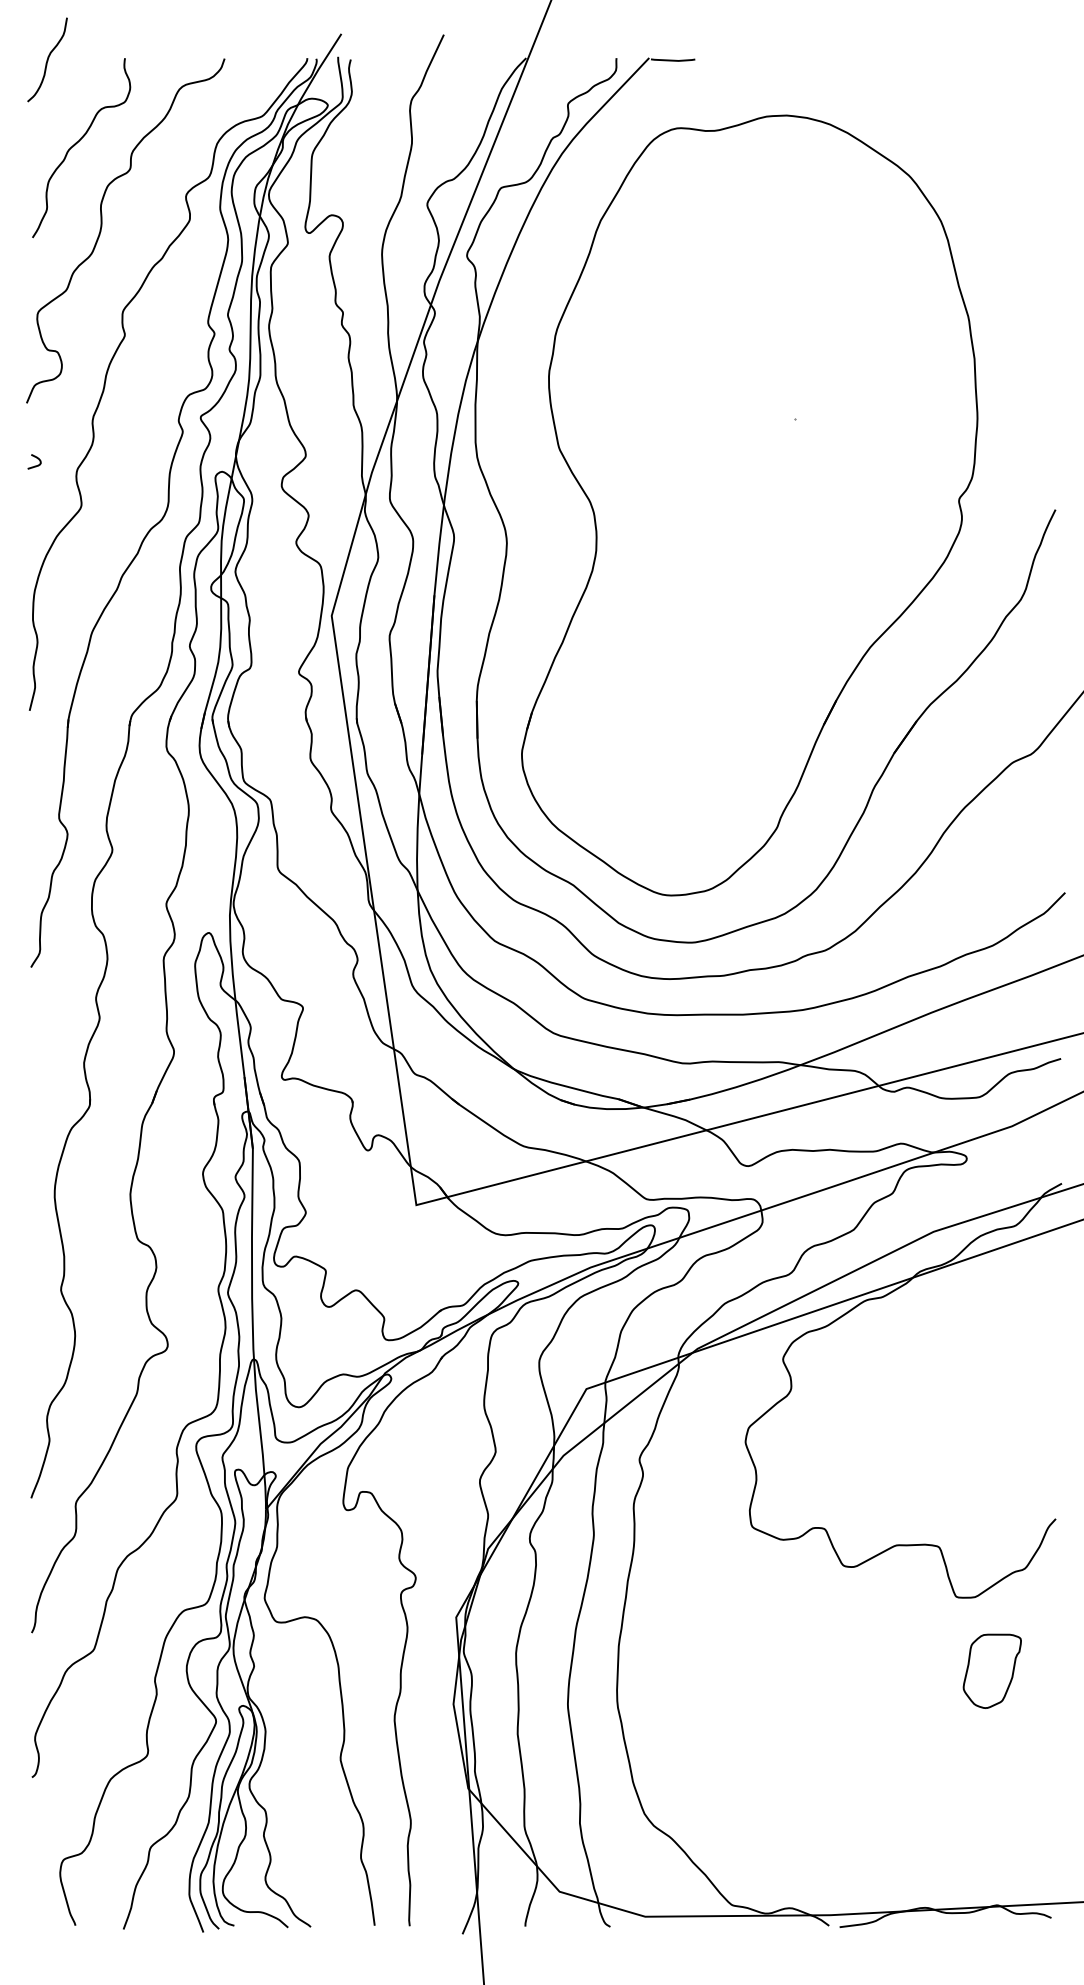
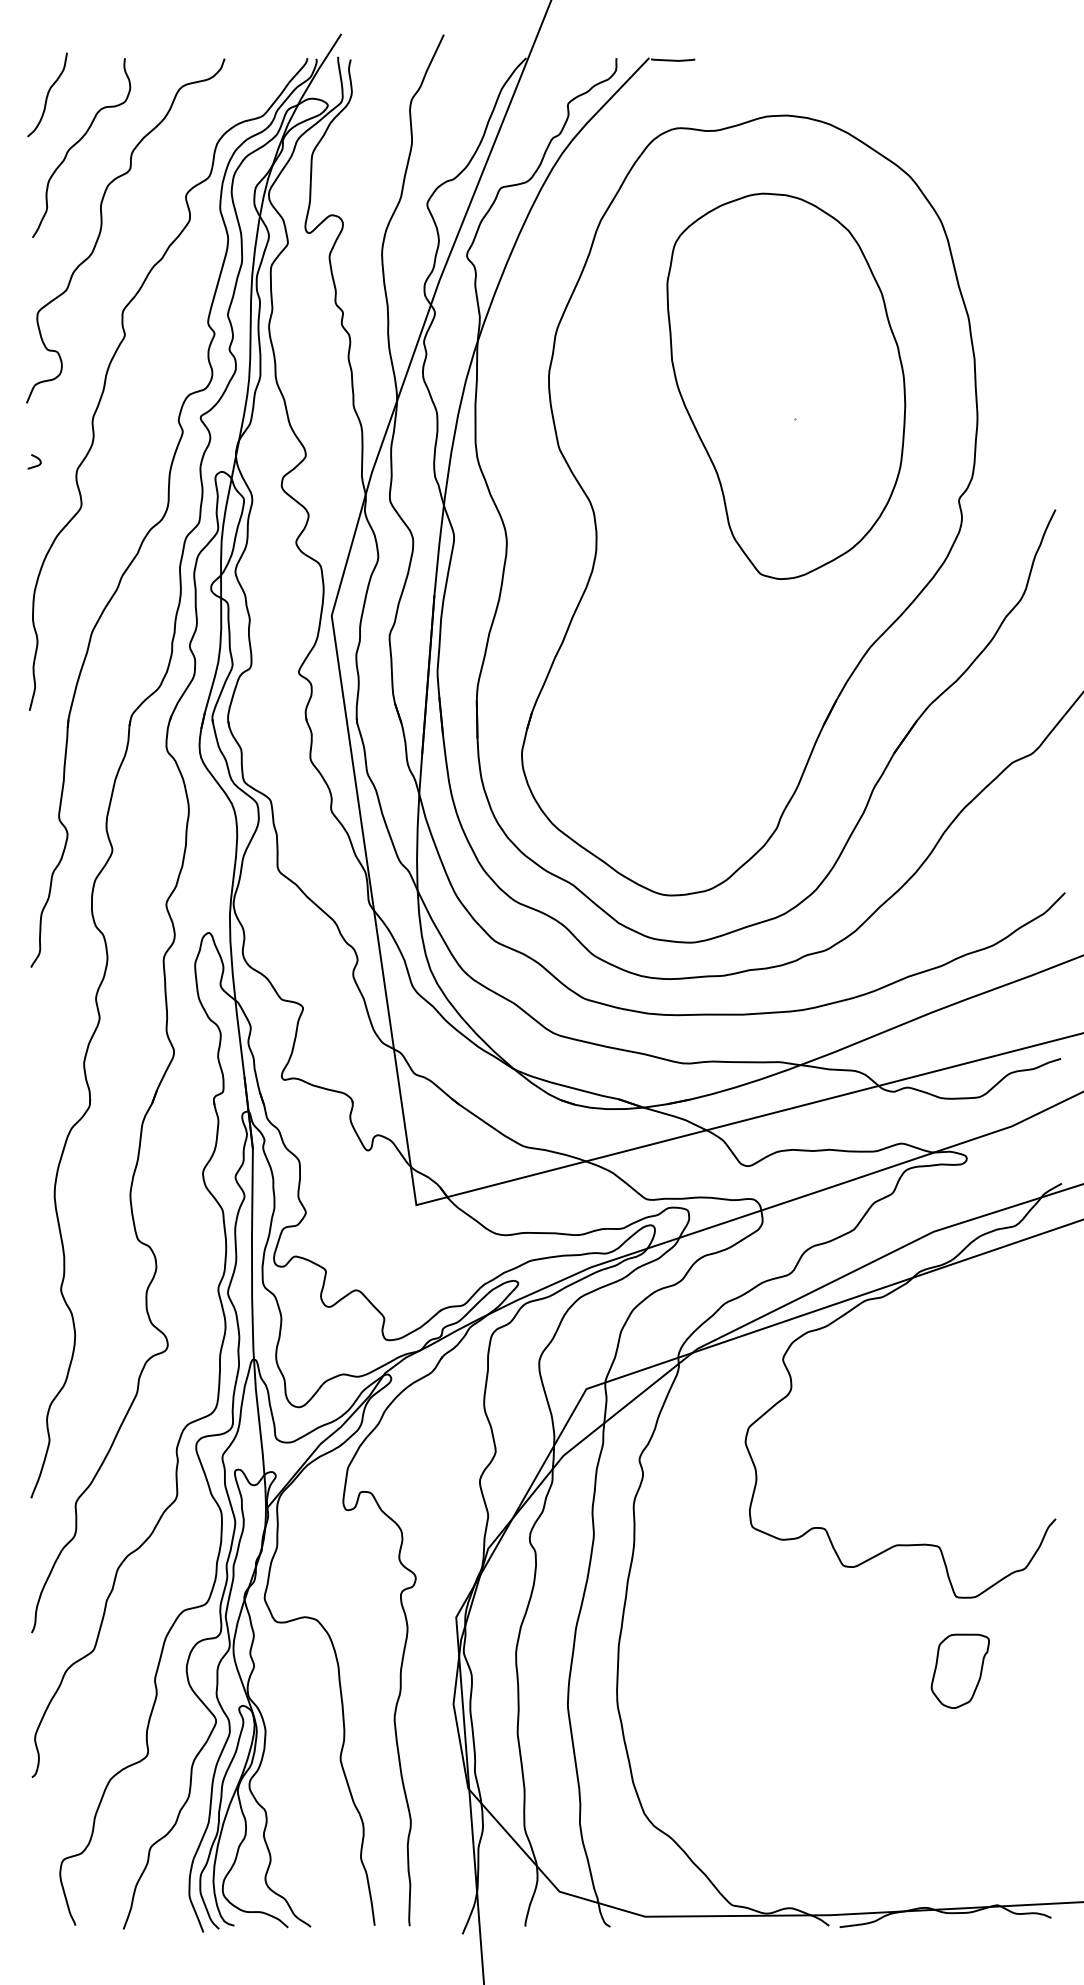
curve at (47, 59) position: (47, 59) -> (47, 94)
part at (786, 385): none -> present
part at (991, 1670) position: (991, 1670) -> (959, 1670)
